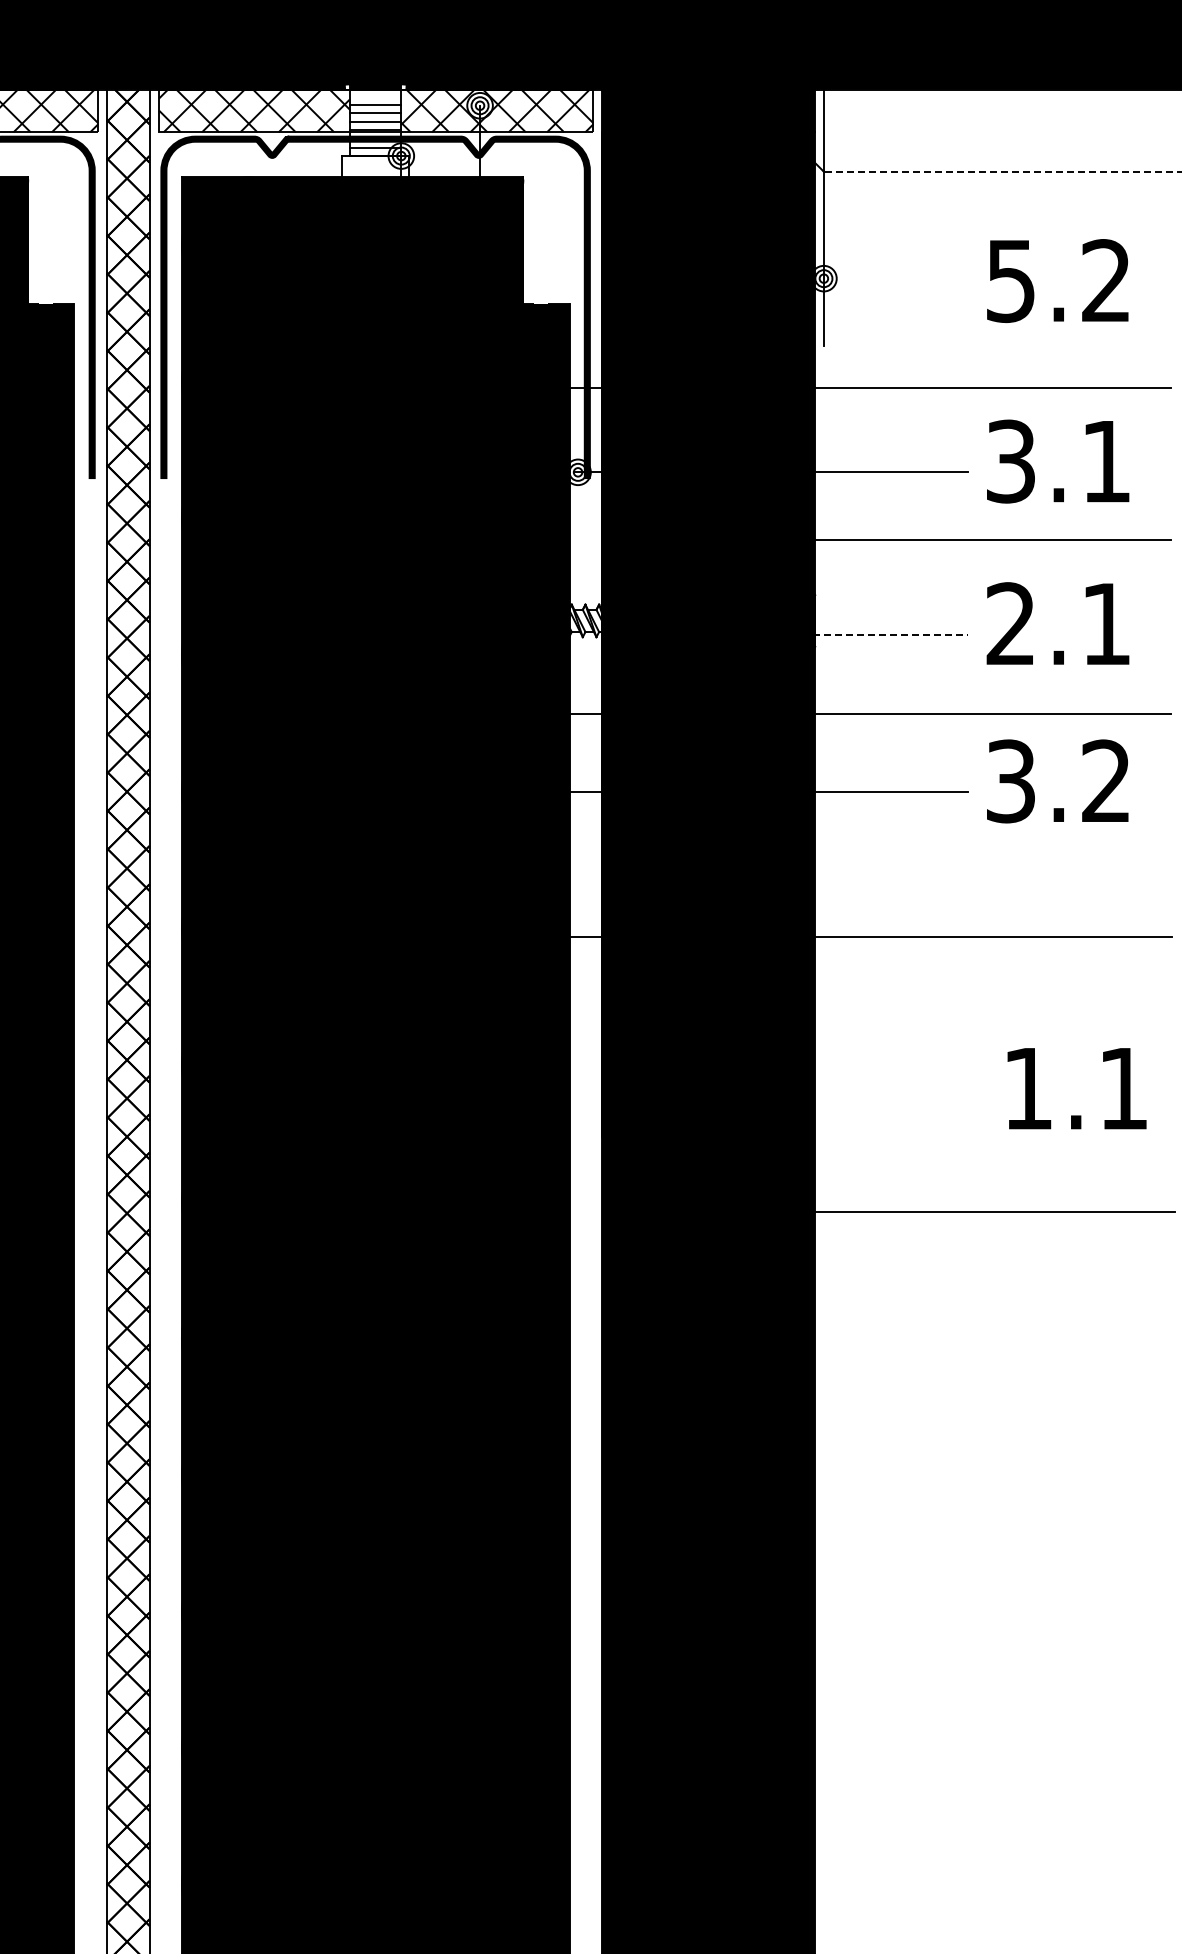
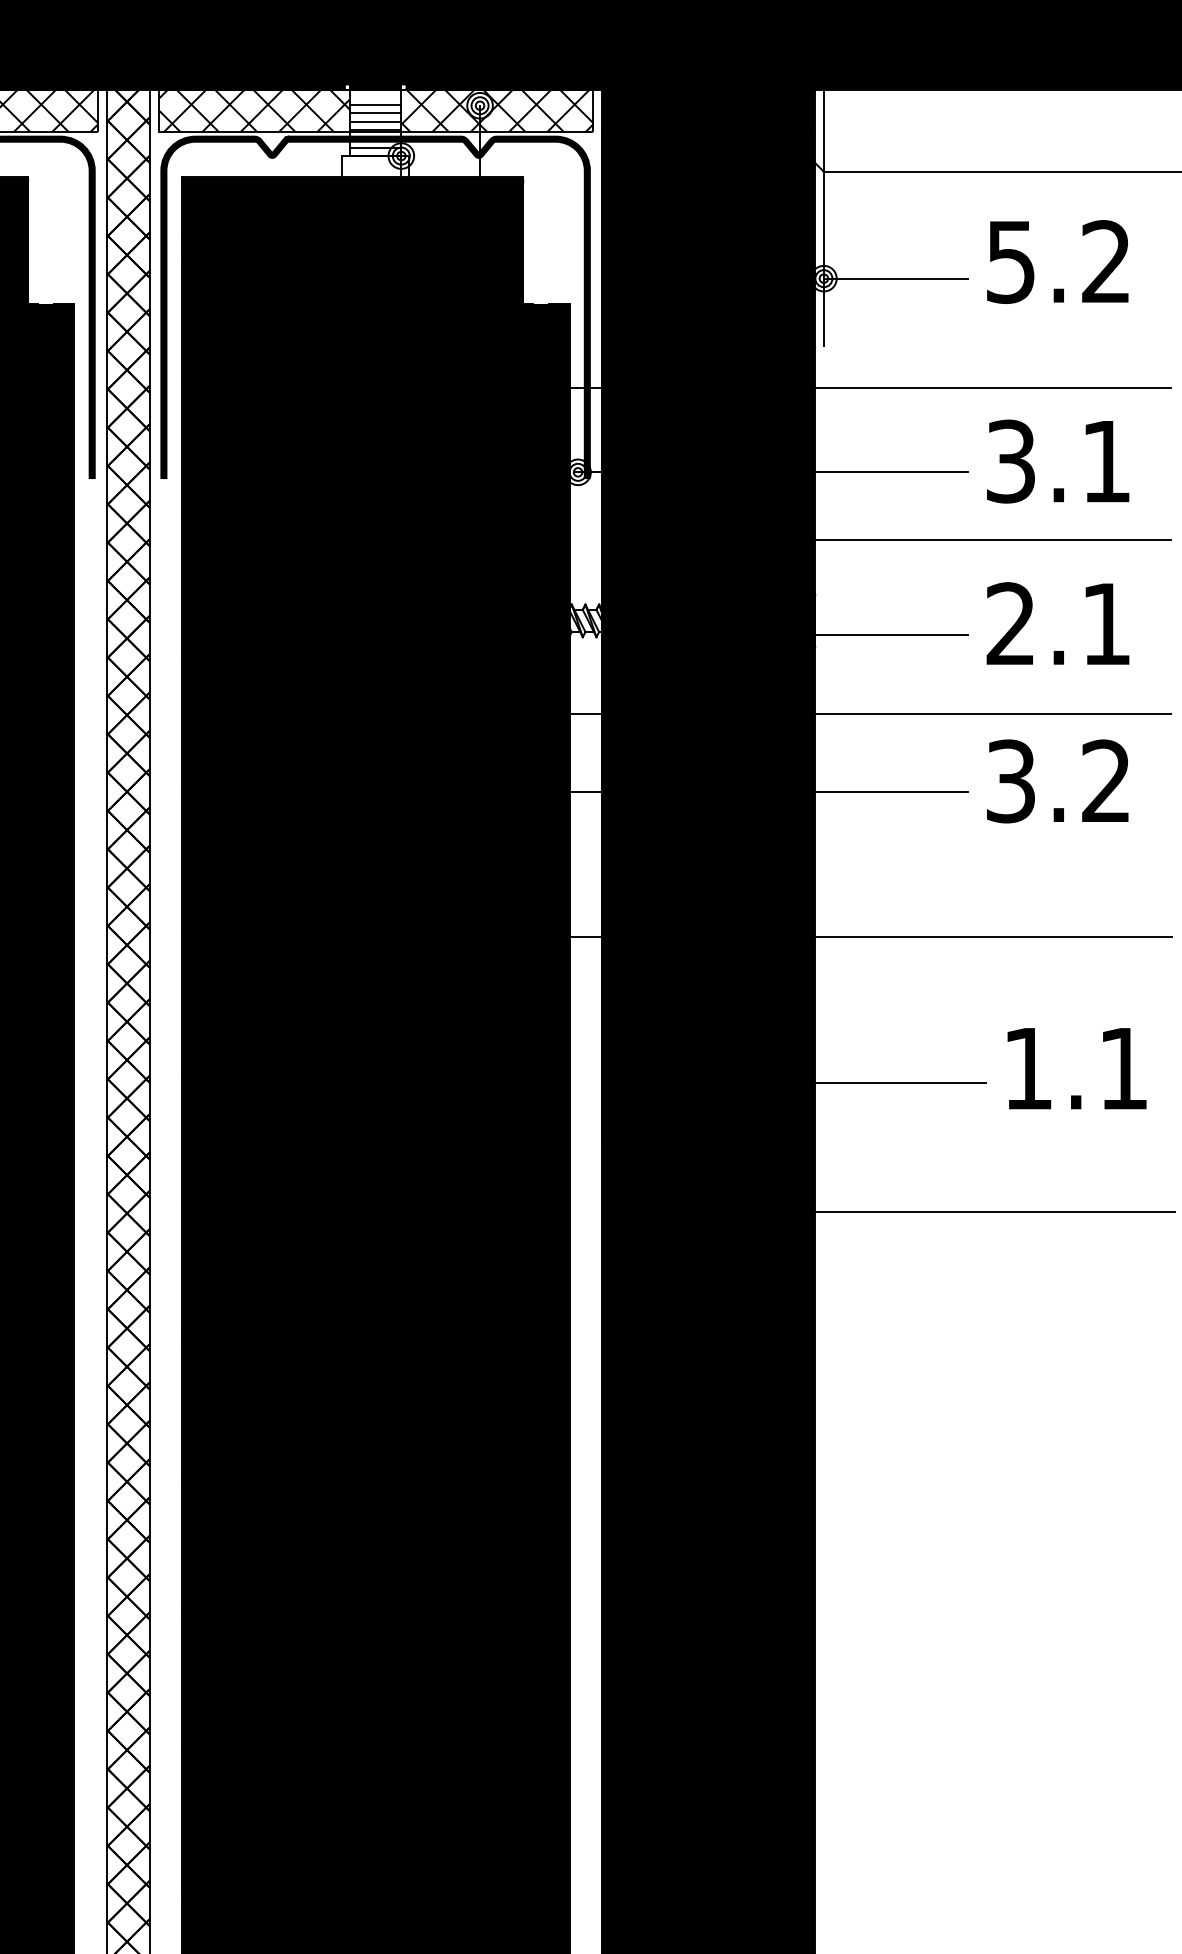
line at (1003, 171): dashed -> solid
line at (895, 278): none -> present
text at (1057, 280) position: (1057, 280) -> (1057, 261)
line at (885, 634): dashed -> solid
line at (884, 1082): none -> present
text at (1076, 1088) position: (1076, 1088) -> (1076, 1068)
